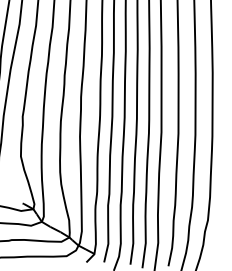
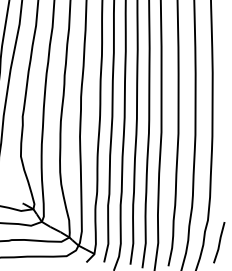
line at (219, 242): none -> present
